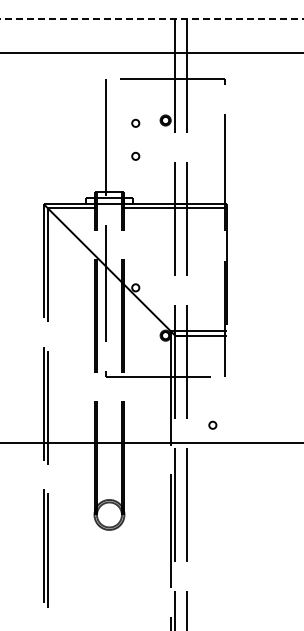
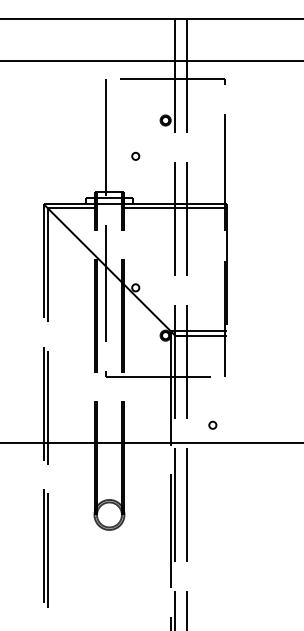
line at (152, 18): dashed -> solid
line at (151, 52) position: (151, 52) -> (151, 60)
circle at (135, 122): present -> none
